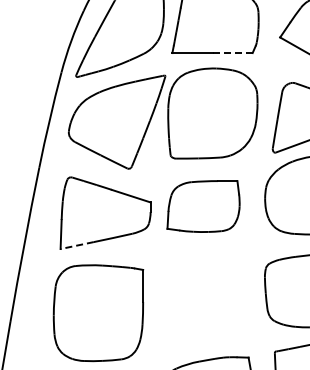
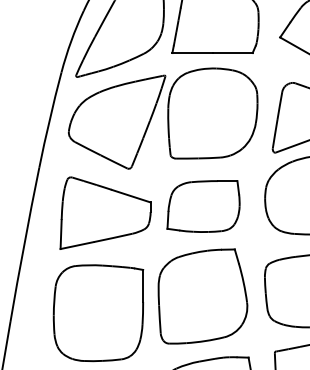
line at (232, 53): dashed -> solid
line at (77, 245): dashed -> solid
part at (202, 296): none -> present
